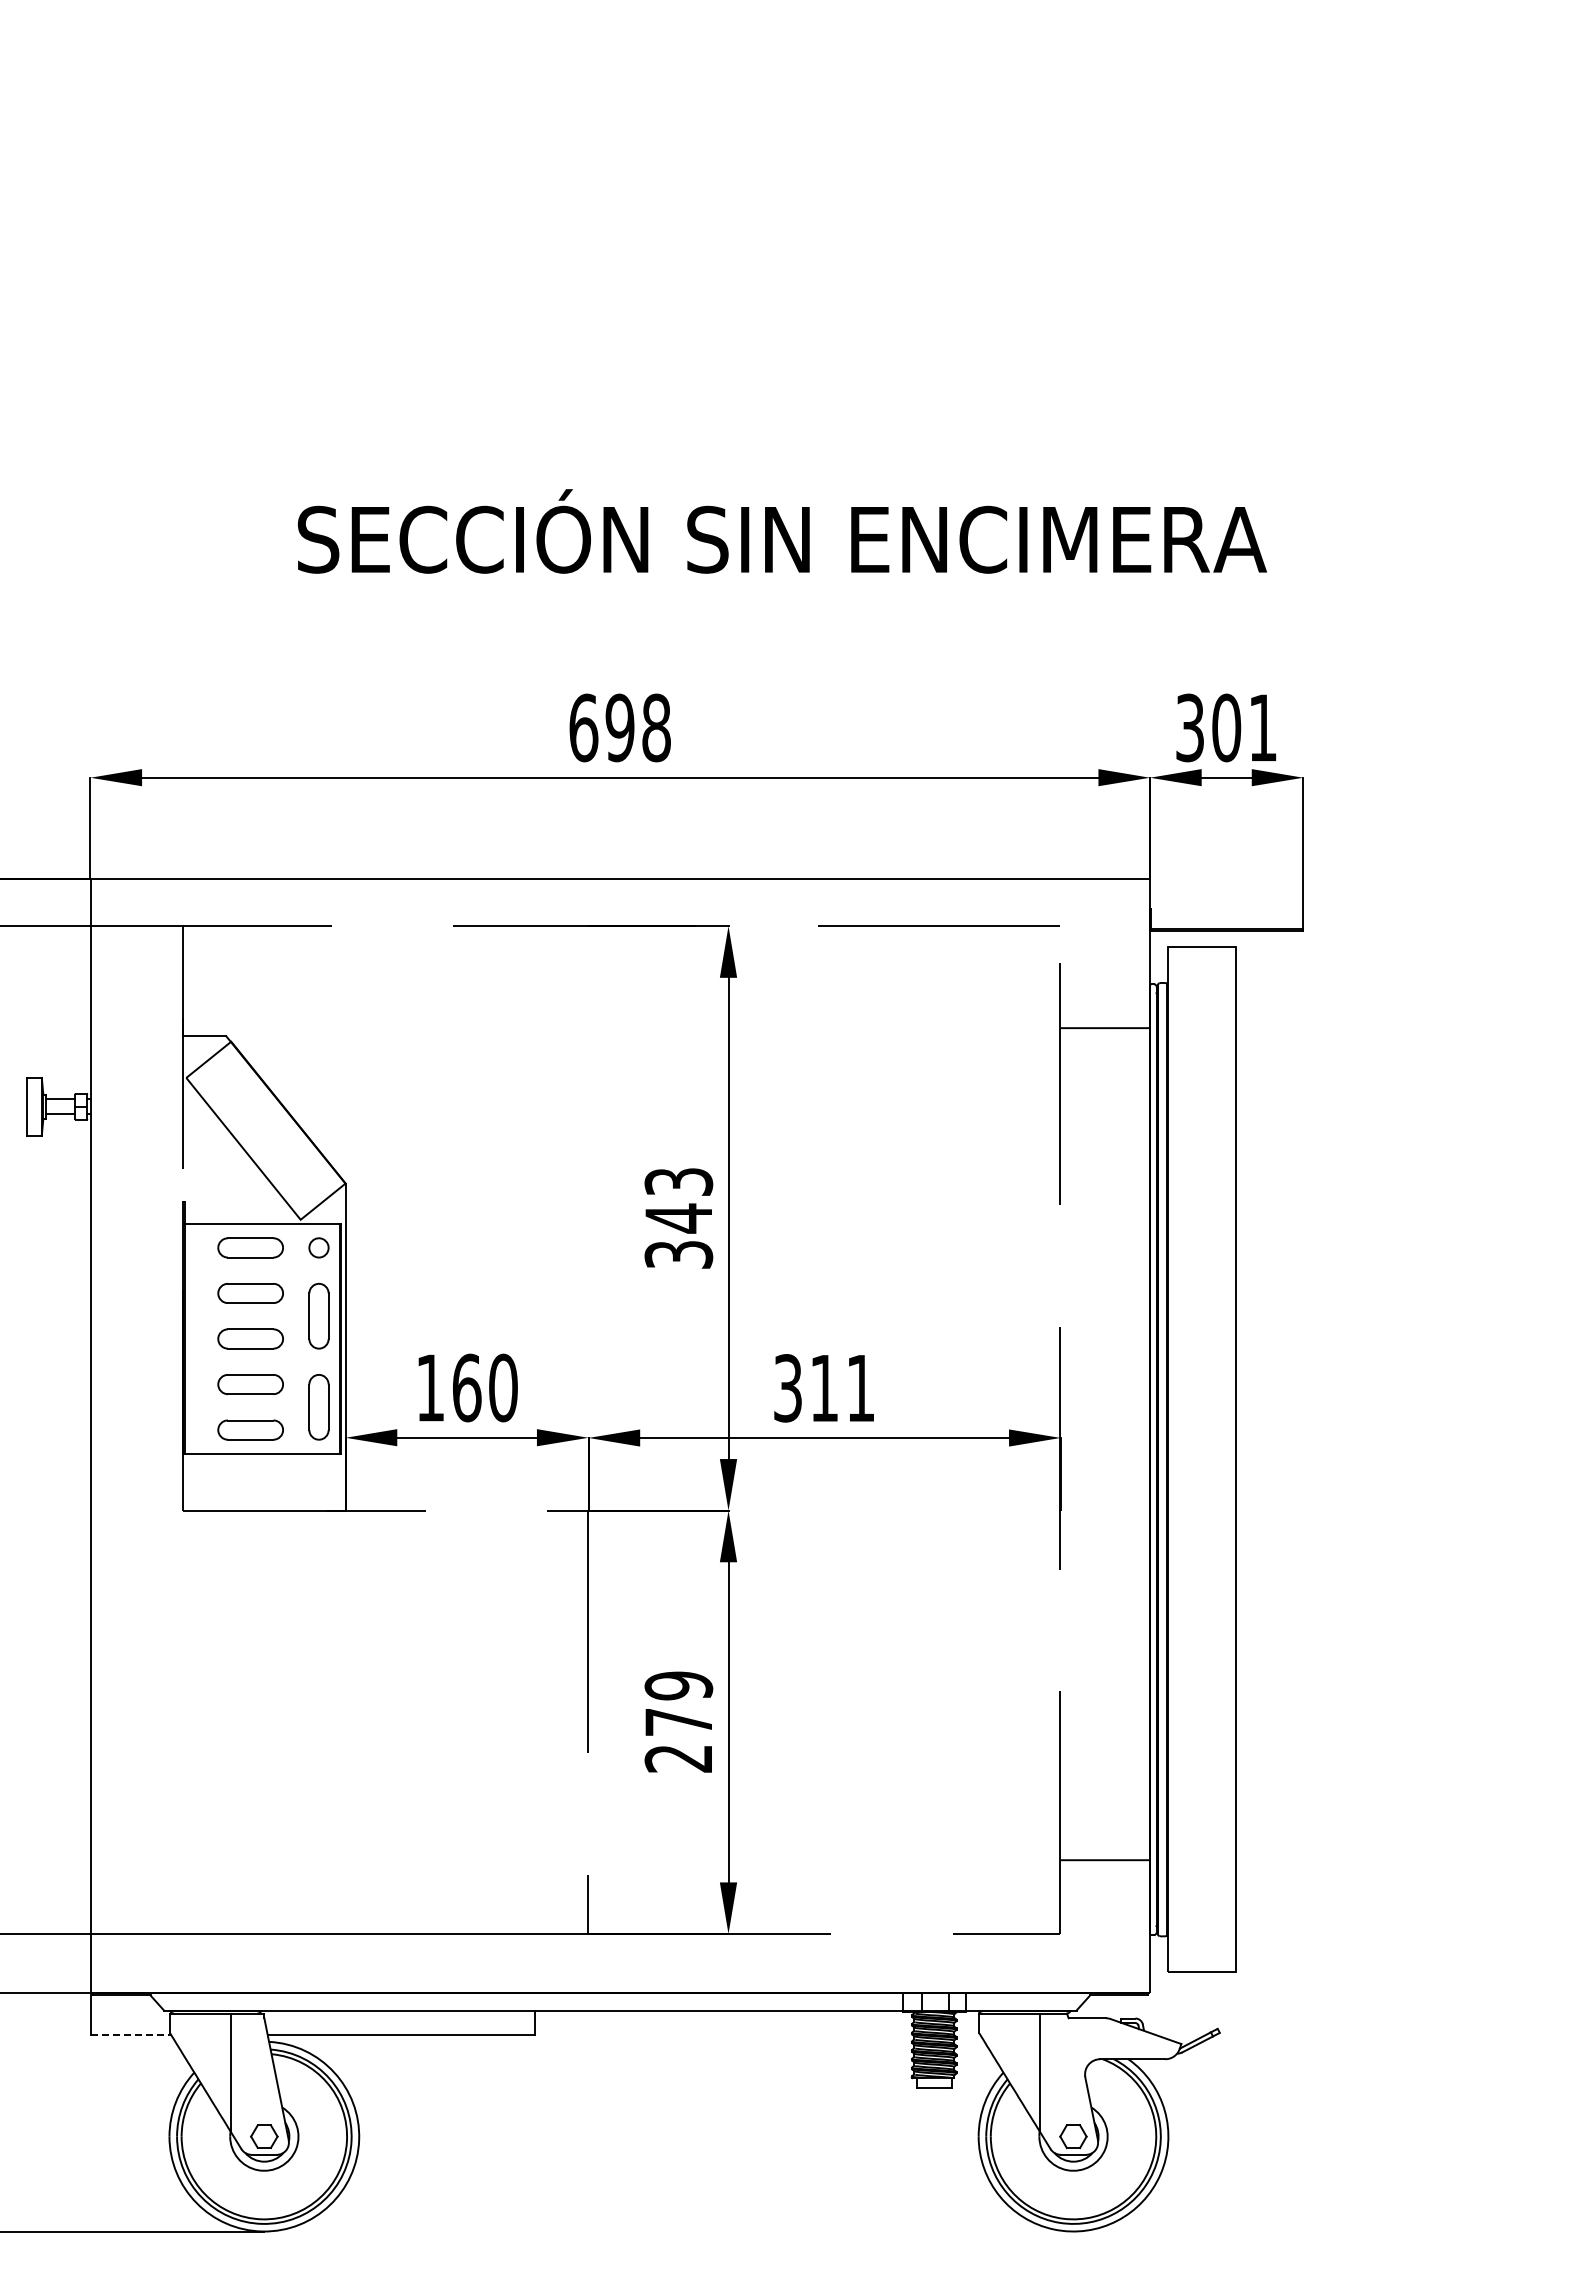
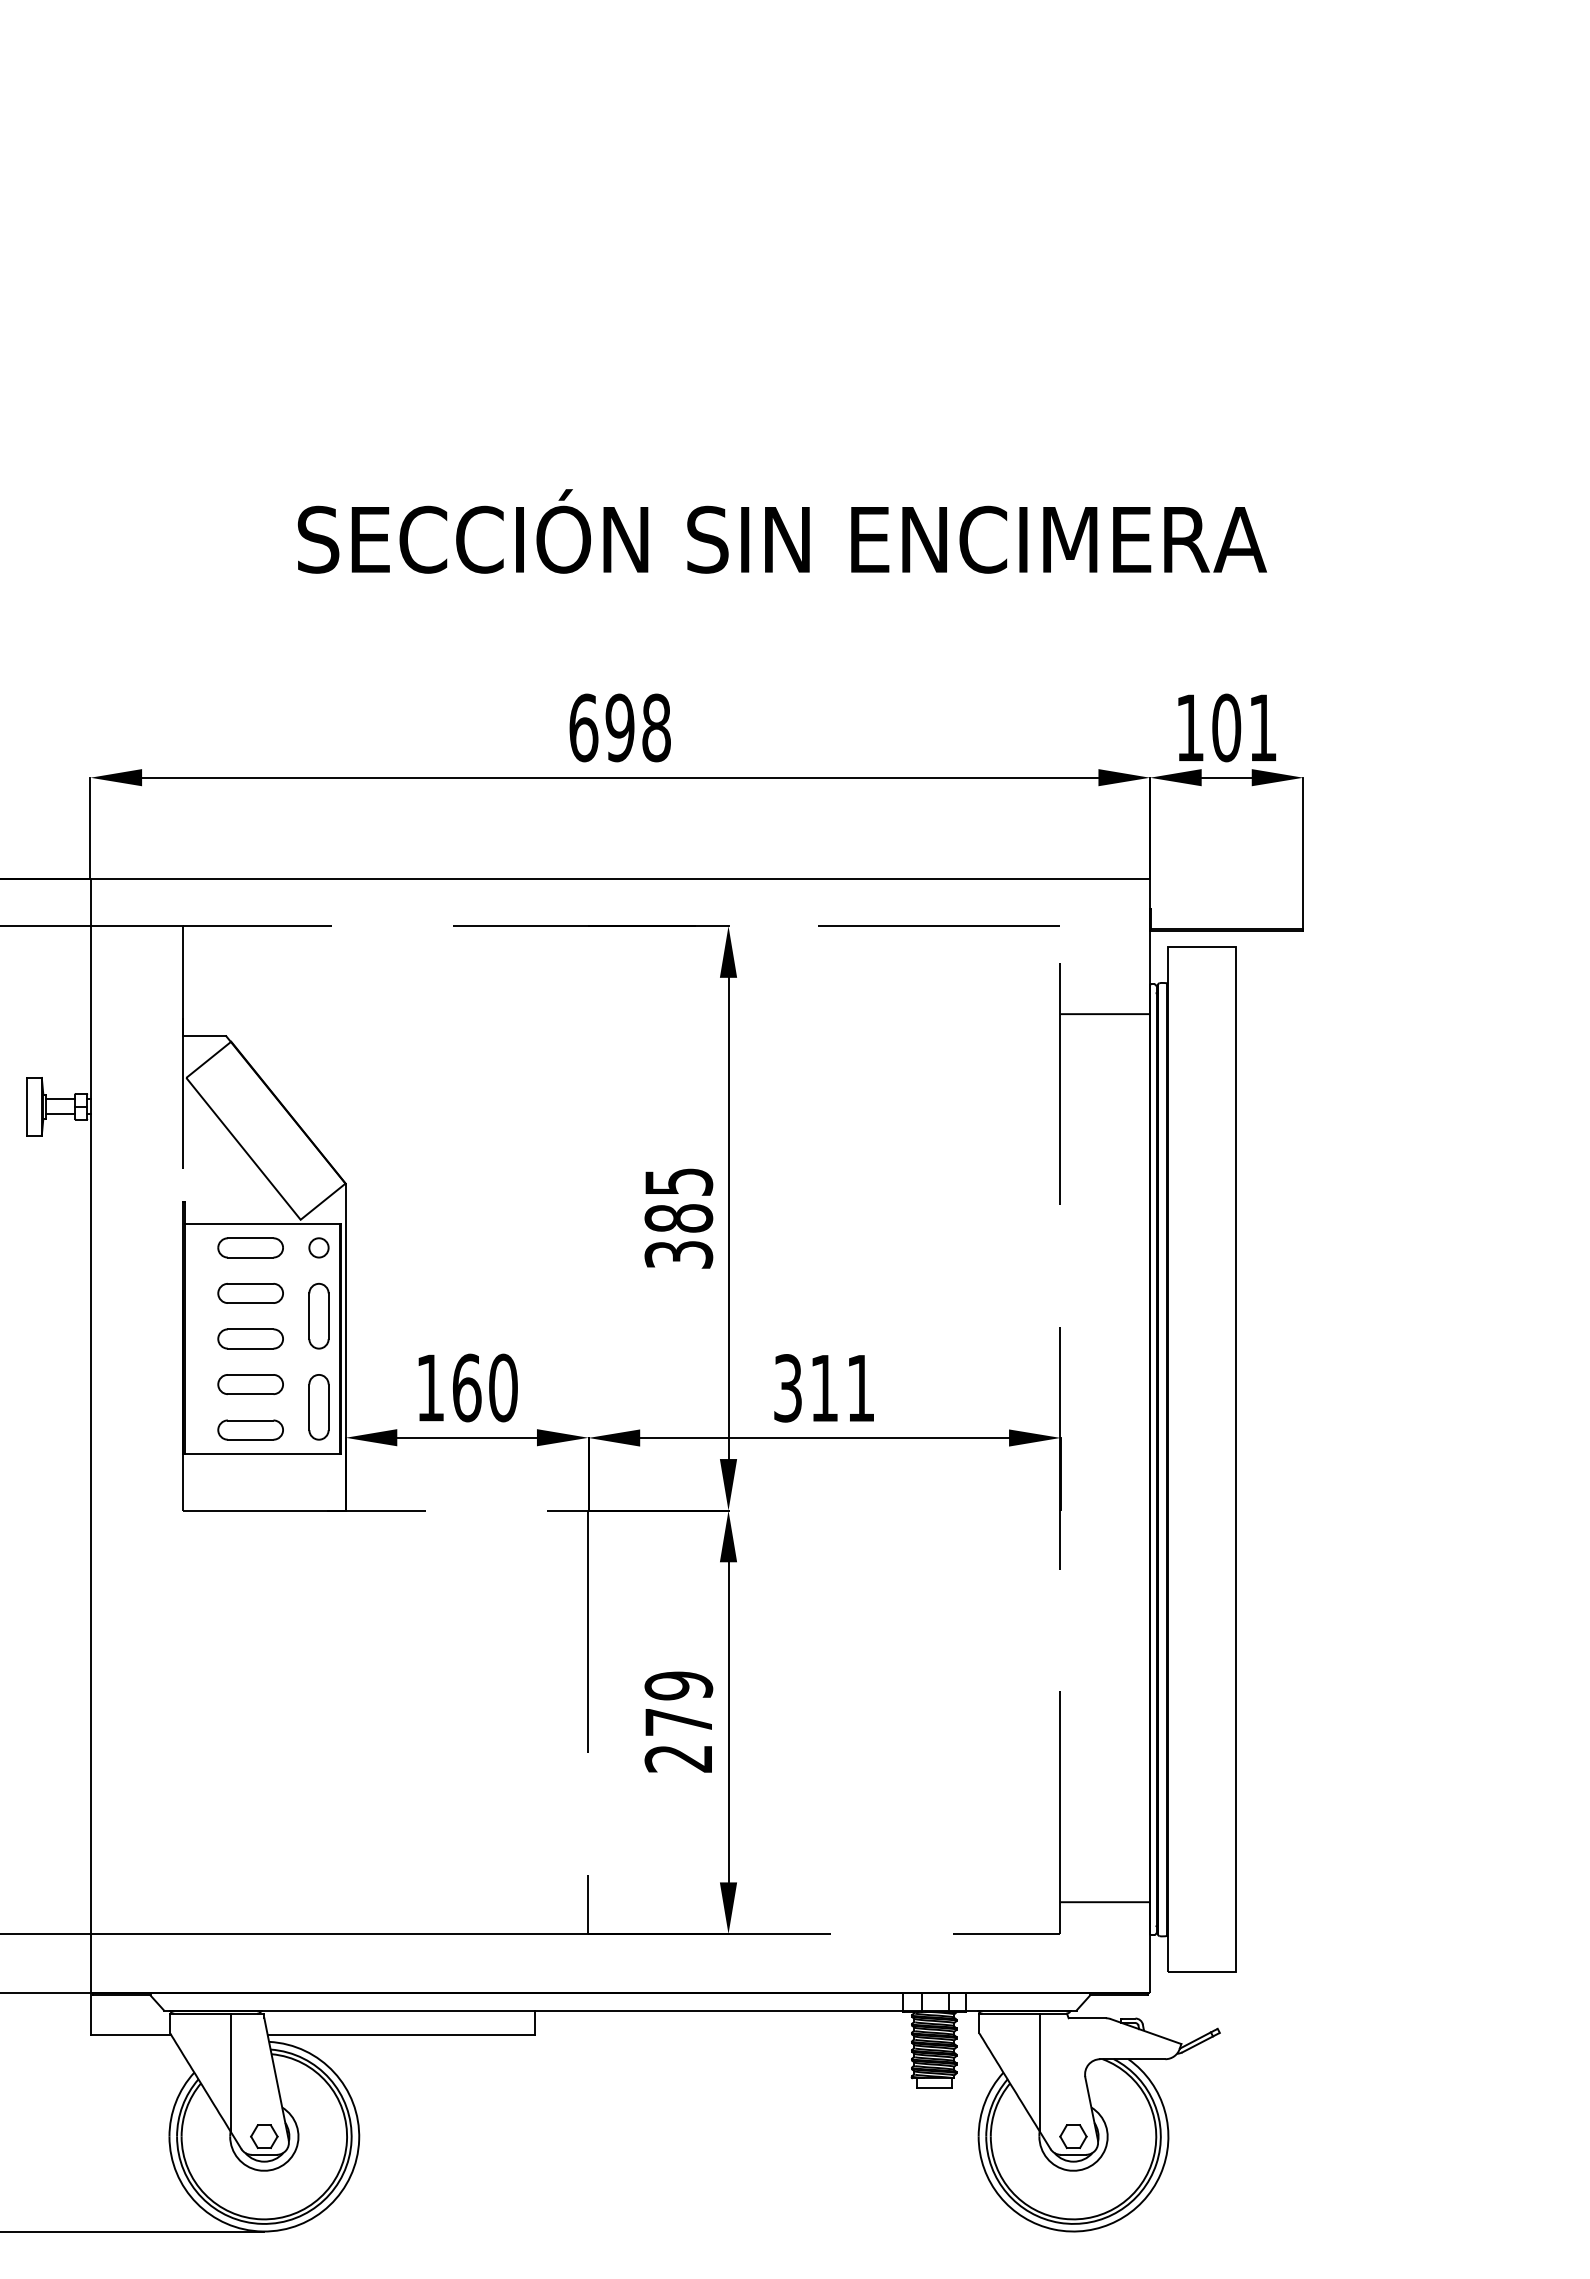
text at (1189, 727): 301 -> 101
line at (1105, 1028) position: (1105, 1028) -> (1105, 1014)
text at (678, 1200): 343 -> 385
line at (1105, 1860) position: (1105, 1860) -> (1105, 1902)
line at (131, 2035): dashed -> solid
